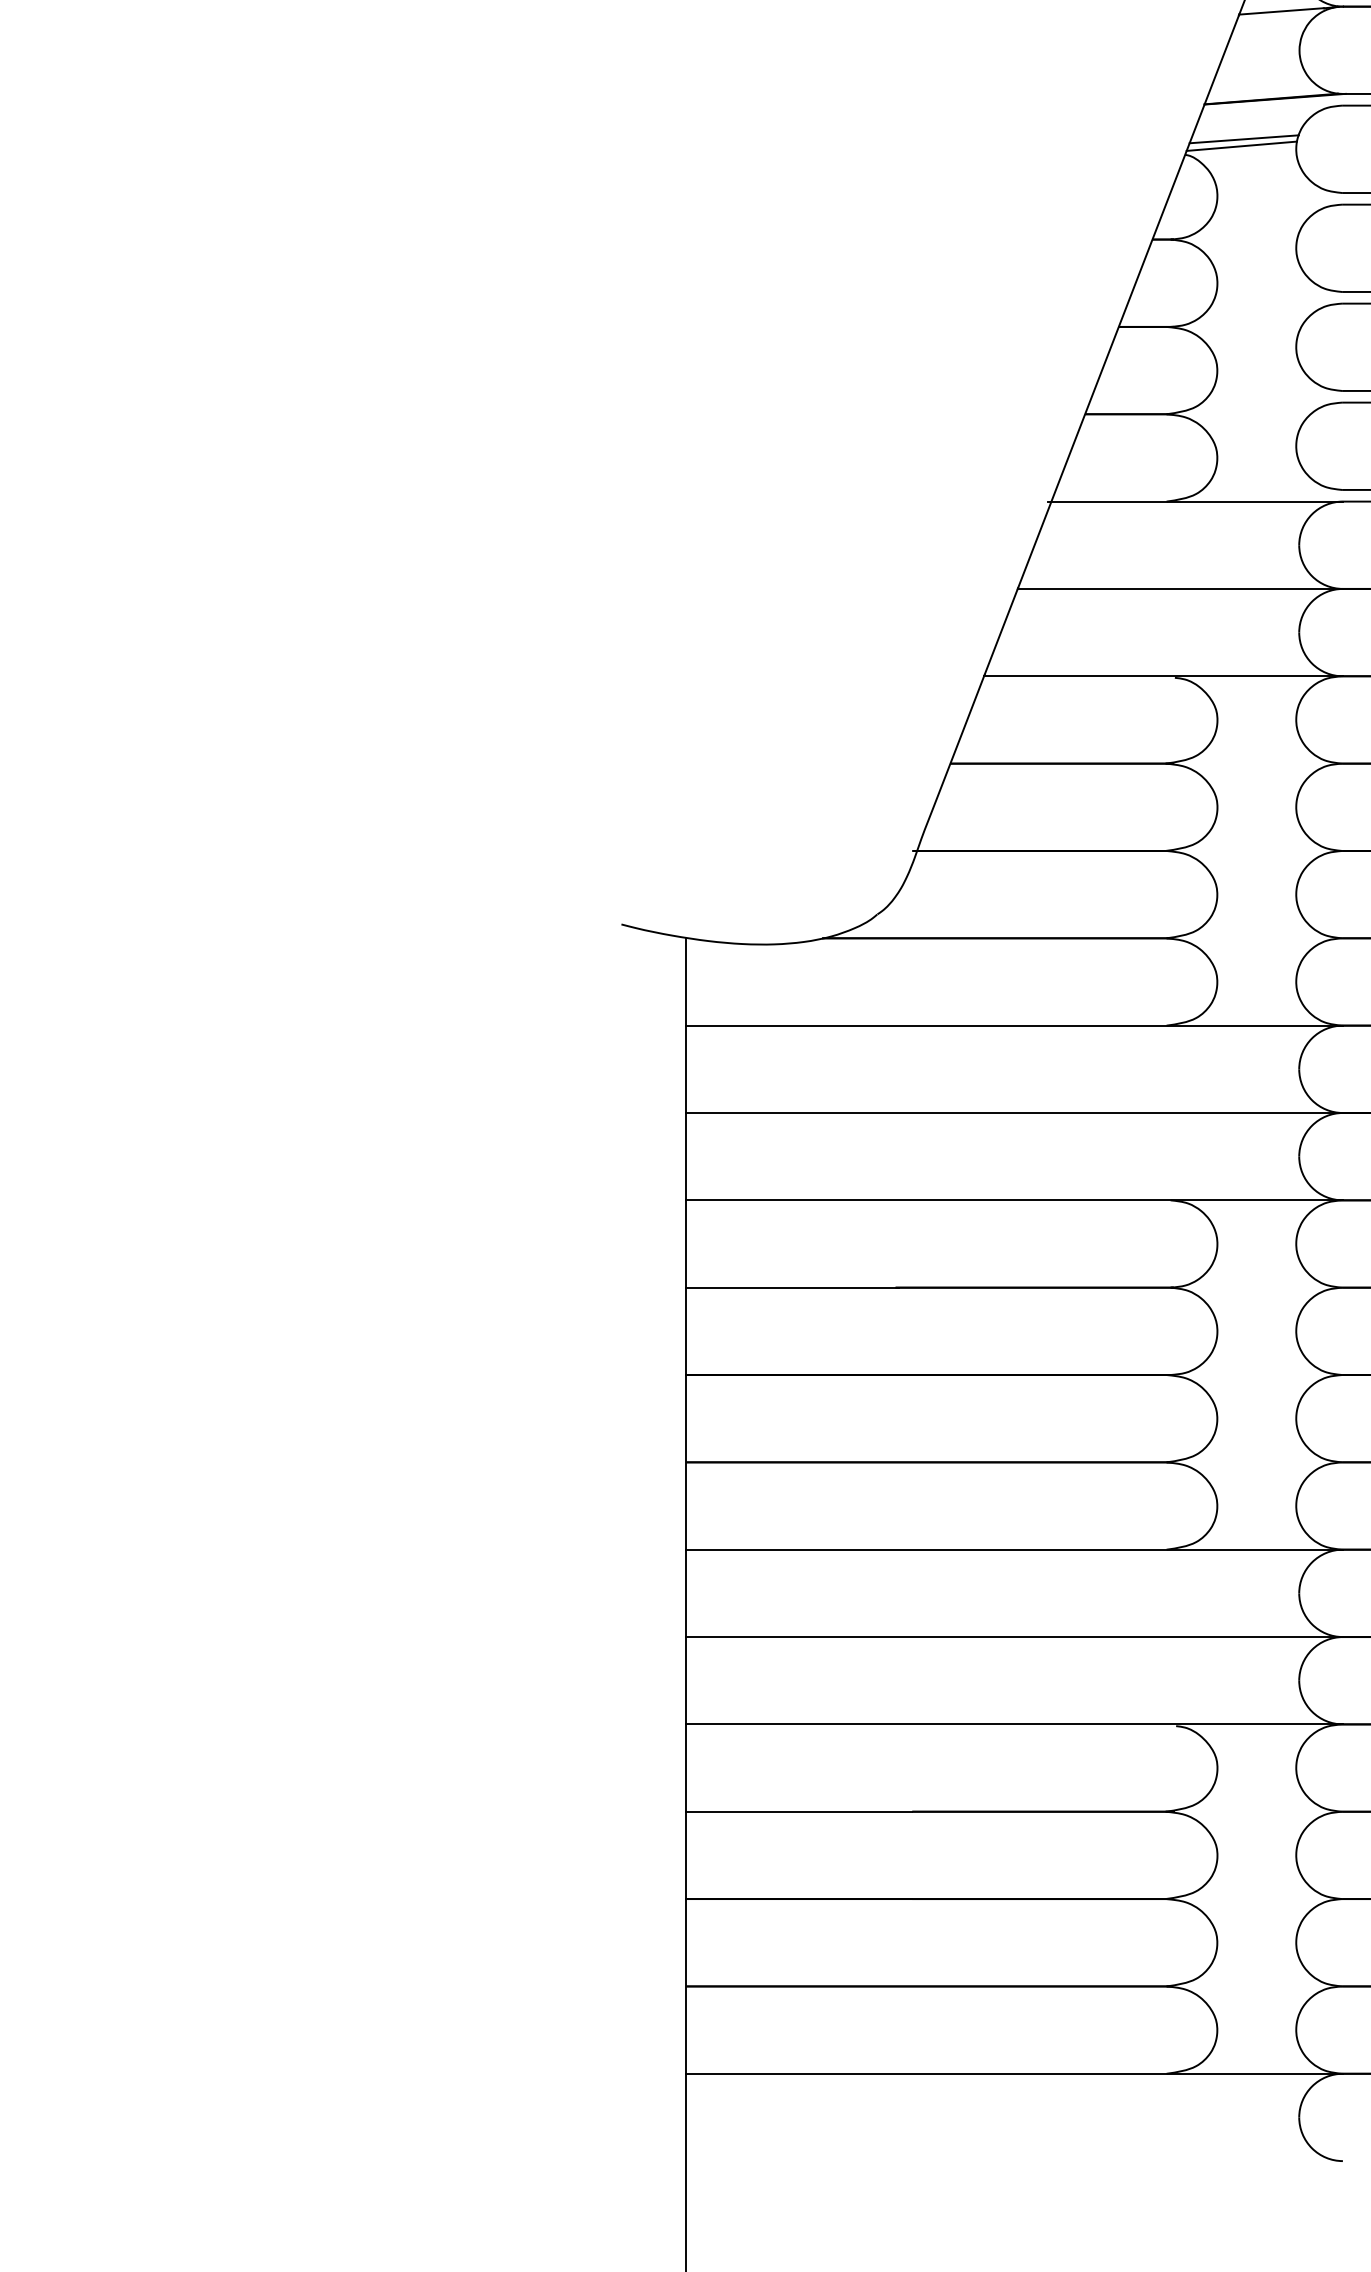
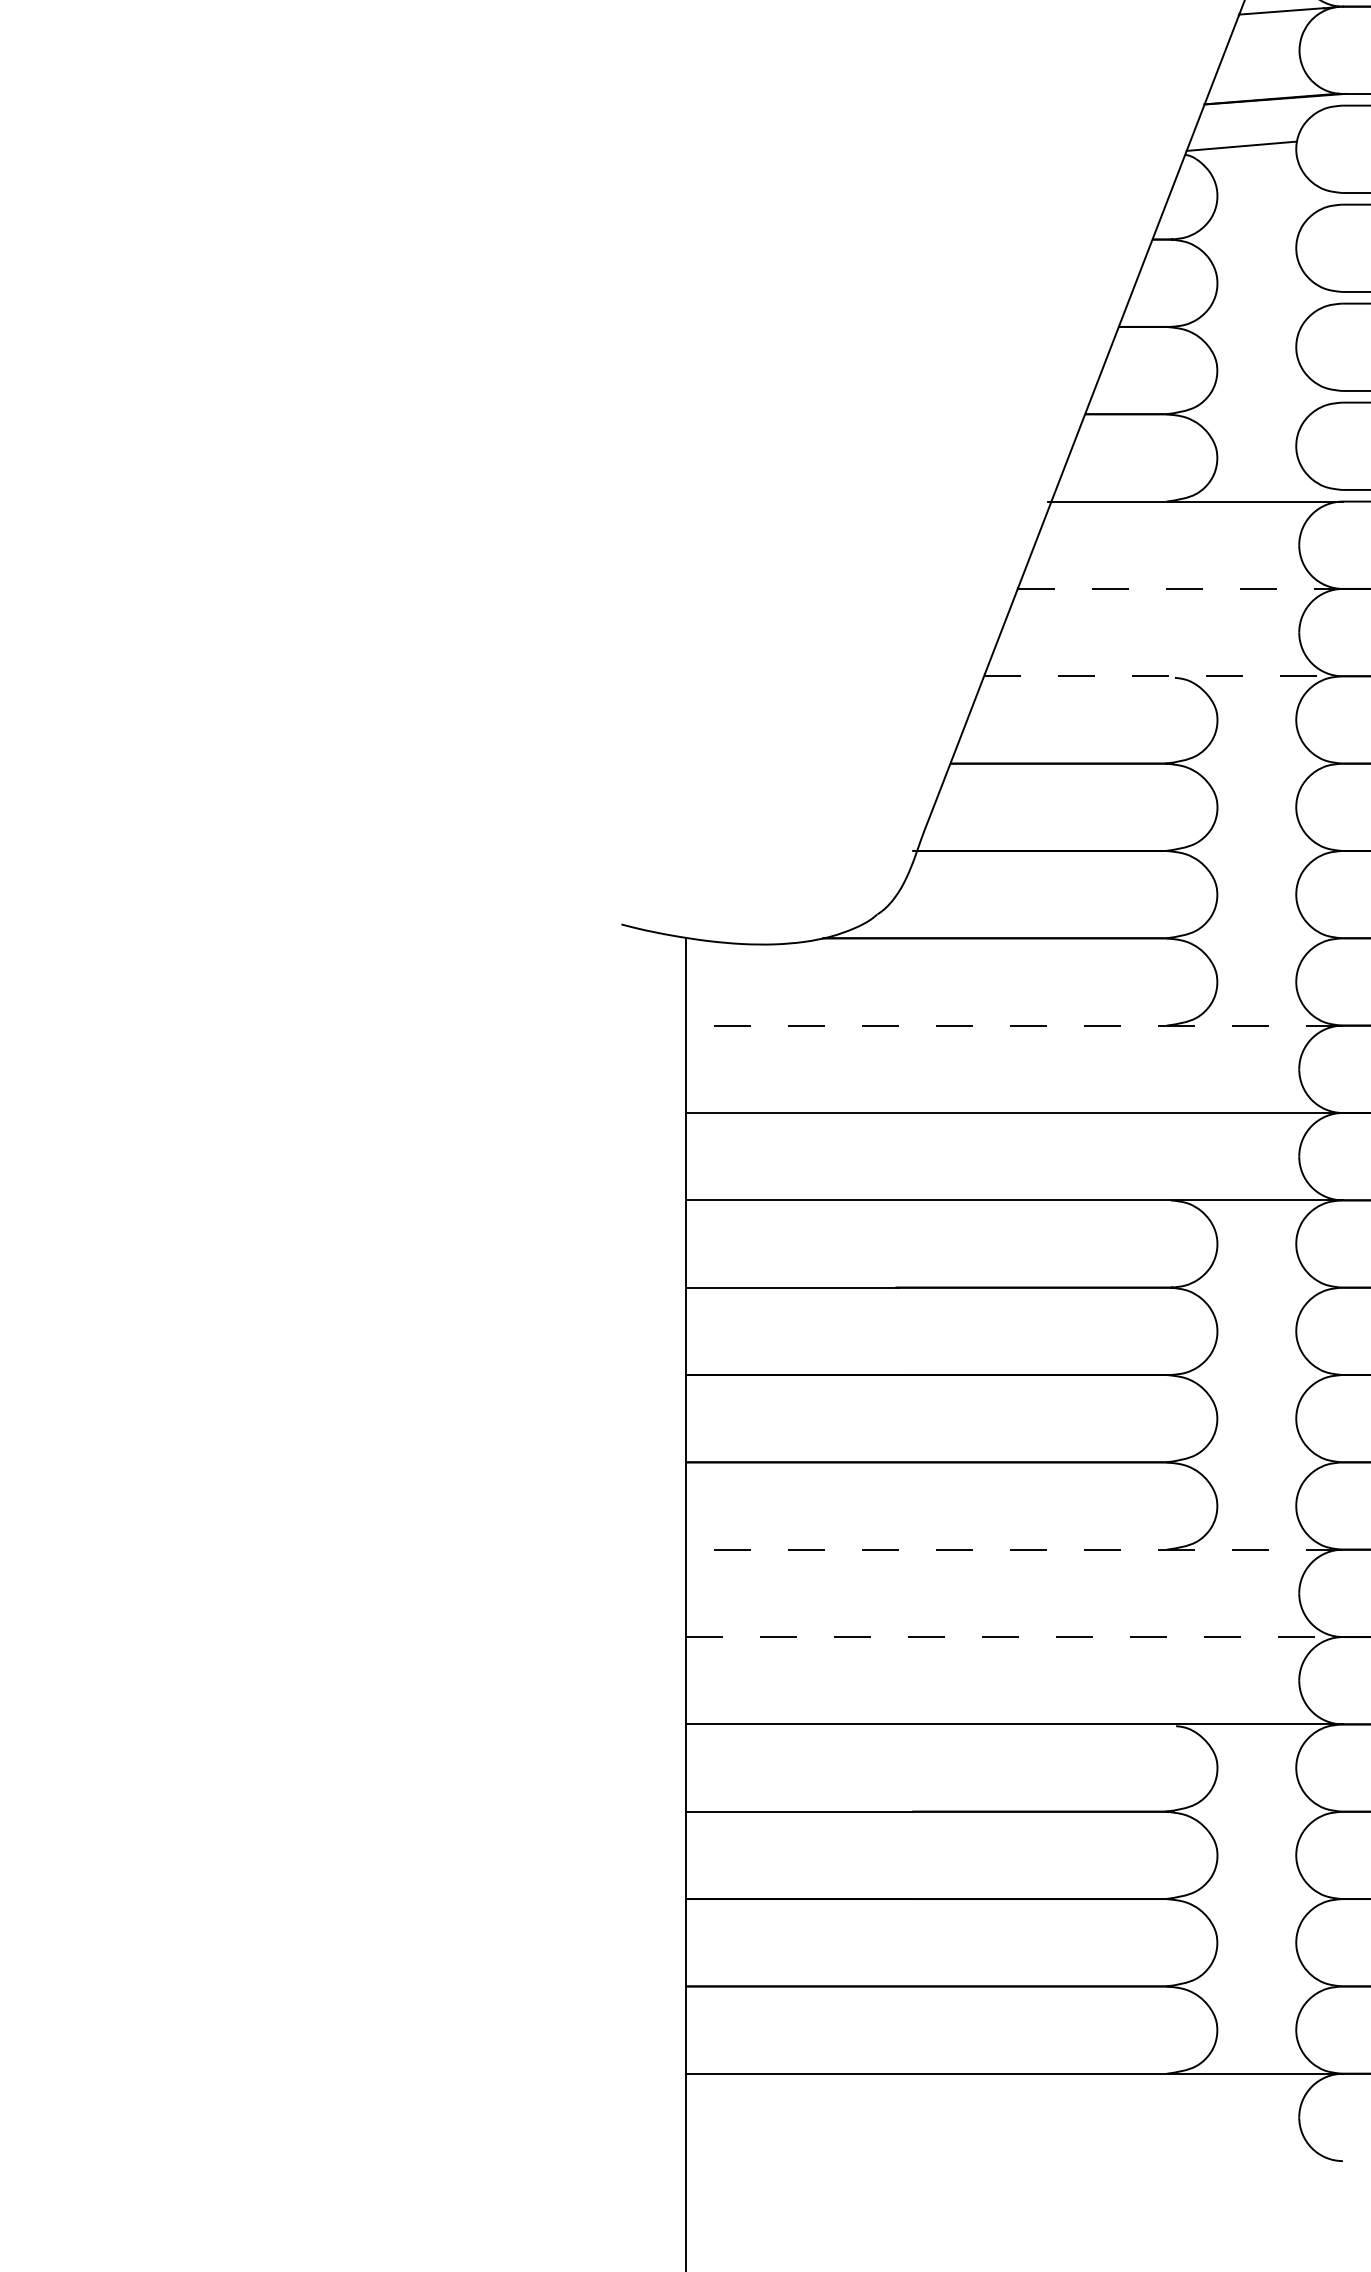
line at (1243, 139): present -> none
line at (1180, 588): solid -> dashed
line at (1163, 676): solid -> dashed
line at (1014, 1025): solid -> dashed
line at (1014, 1549): solid -> dashed
line at (1015, 1637): solid -> dashed
